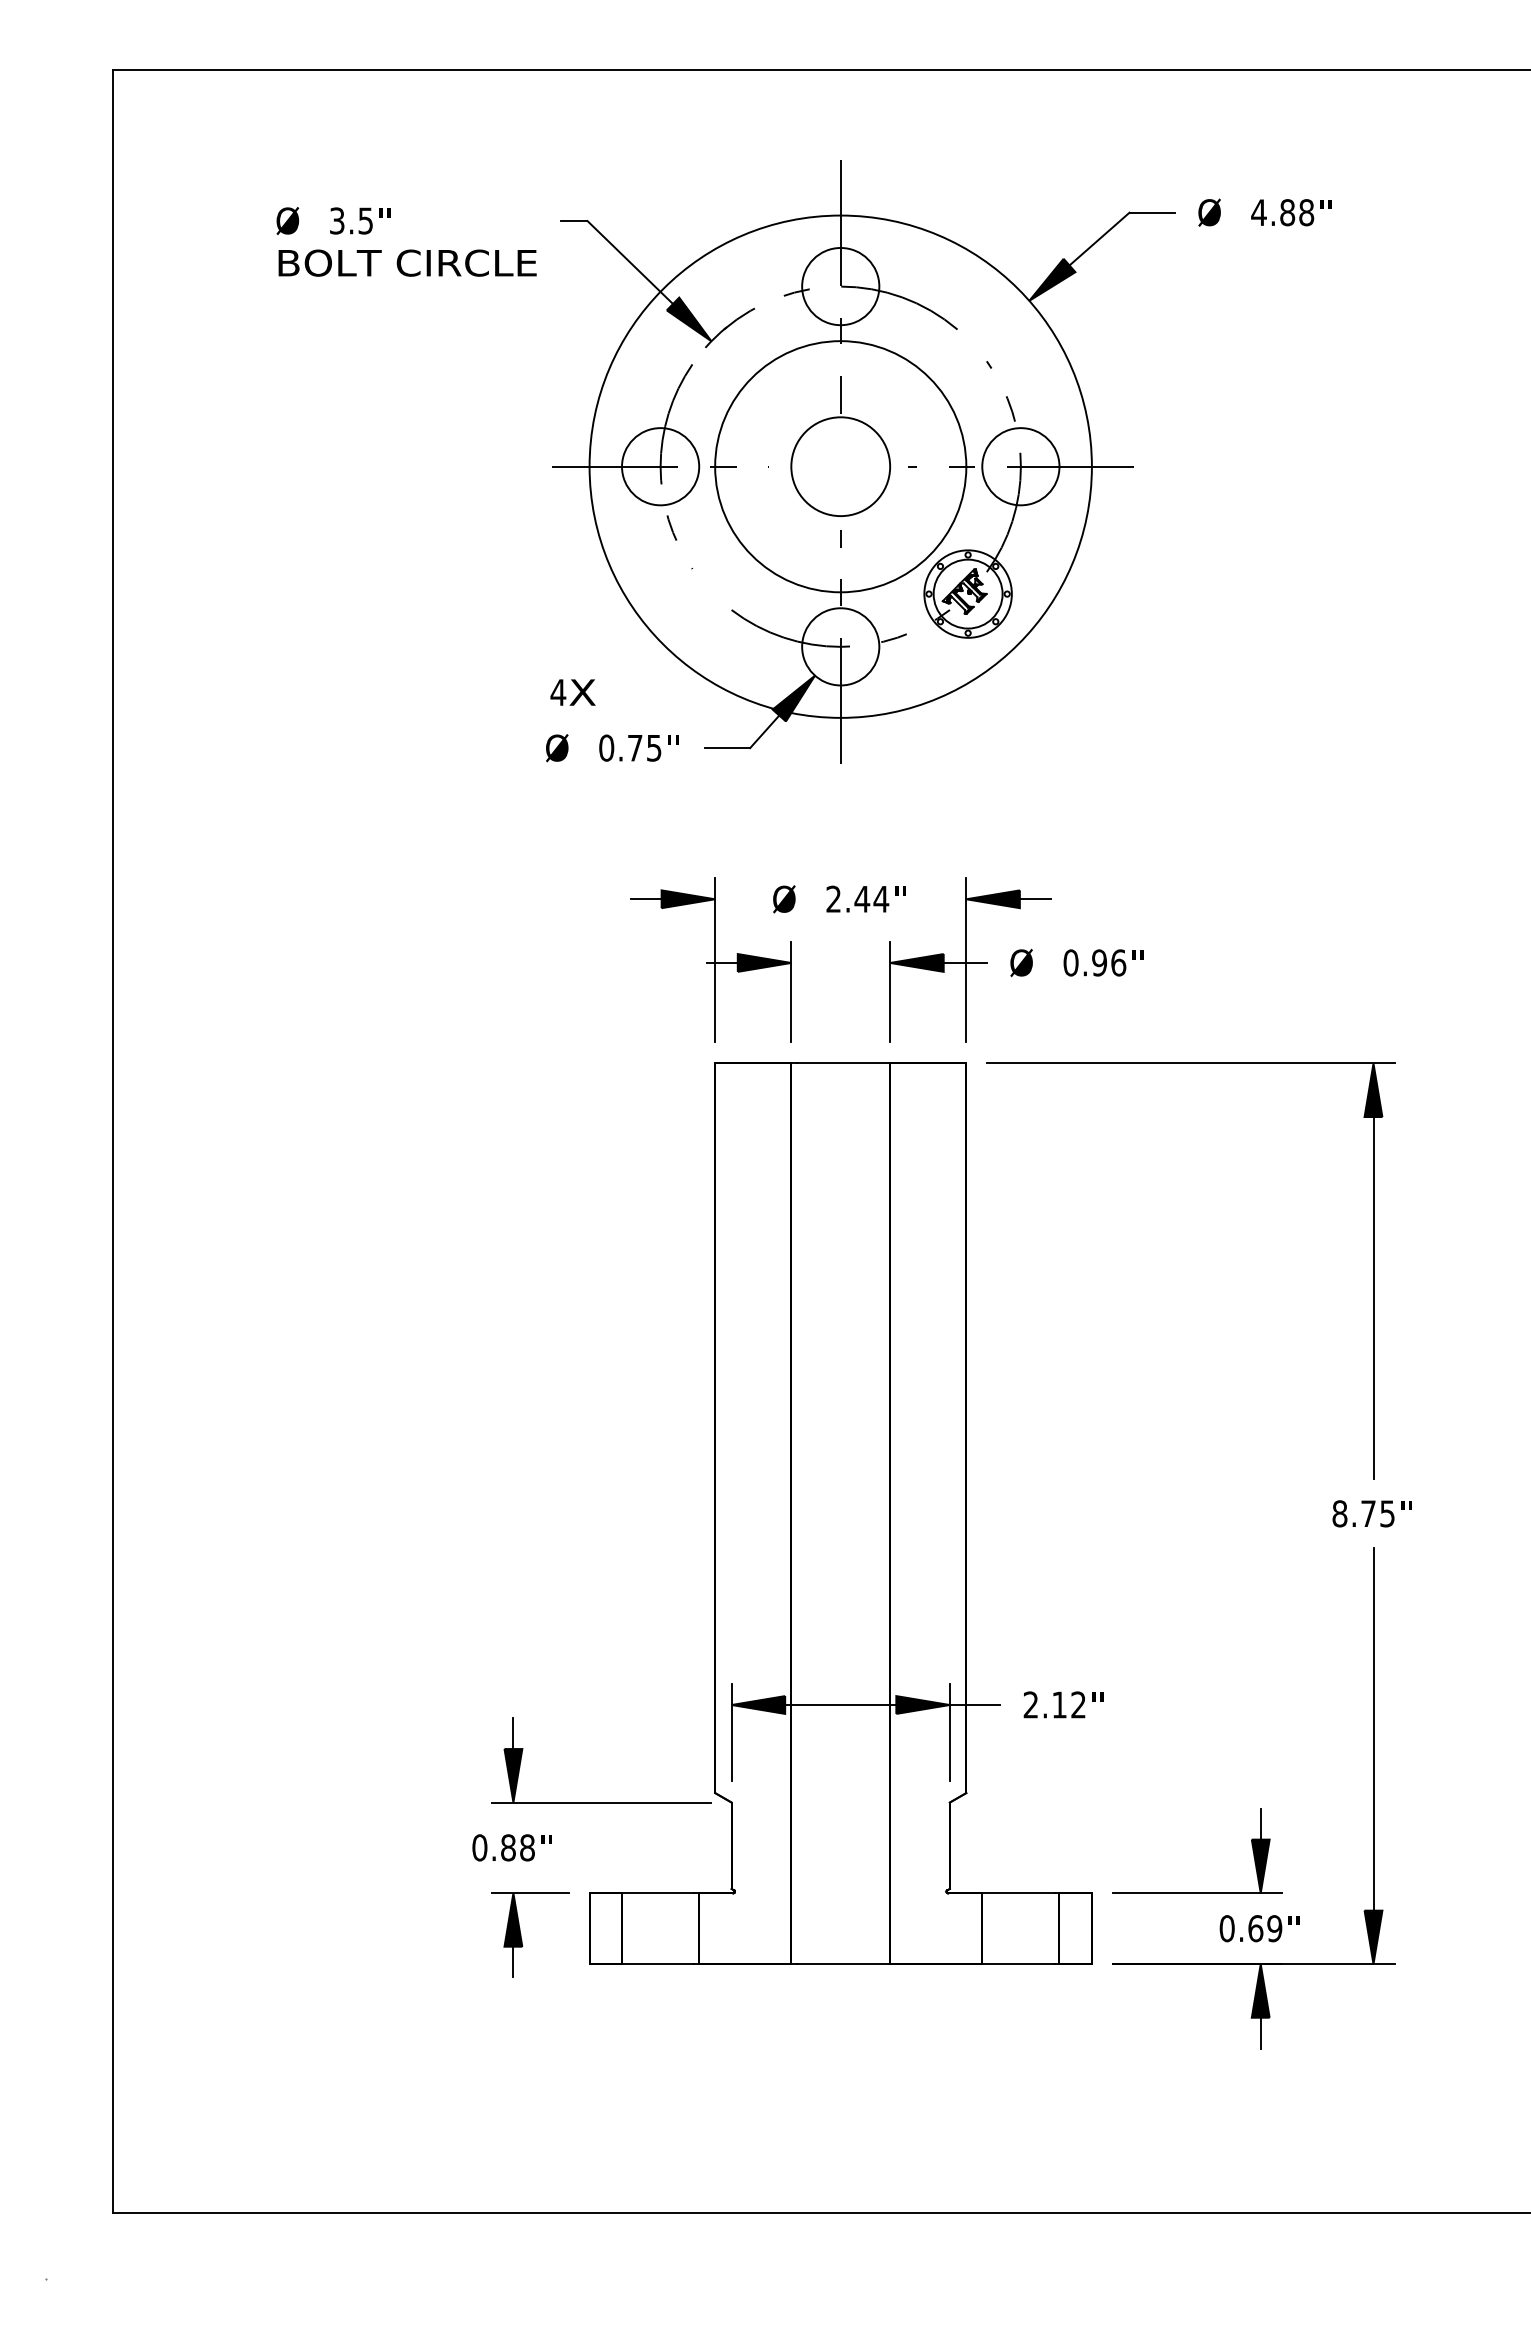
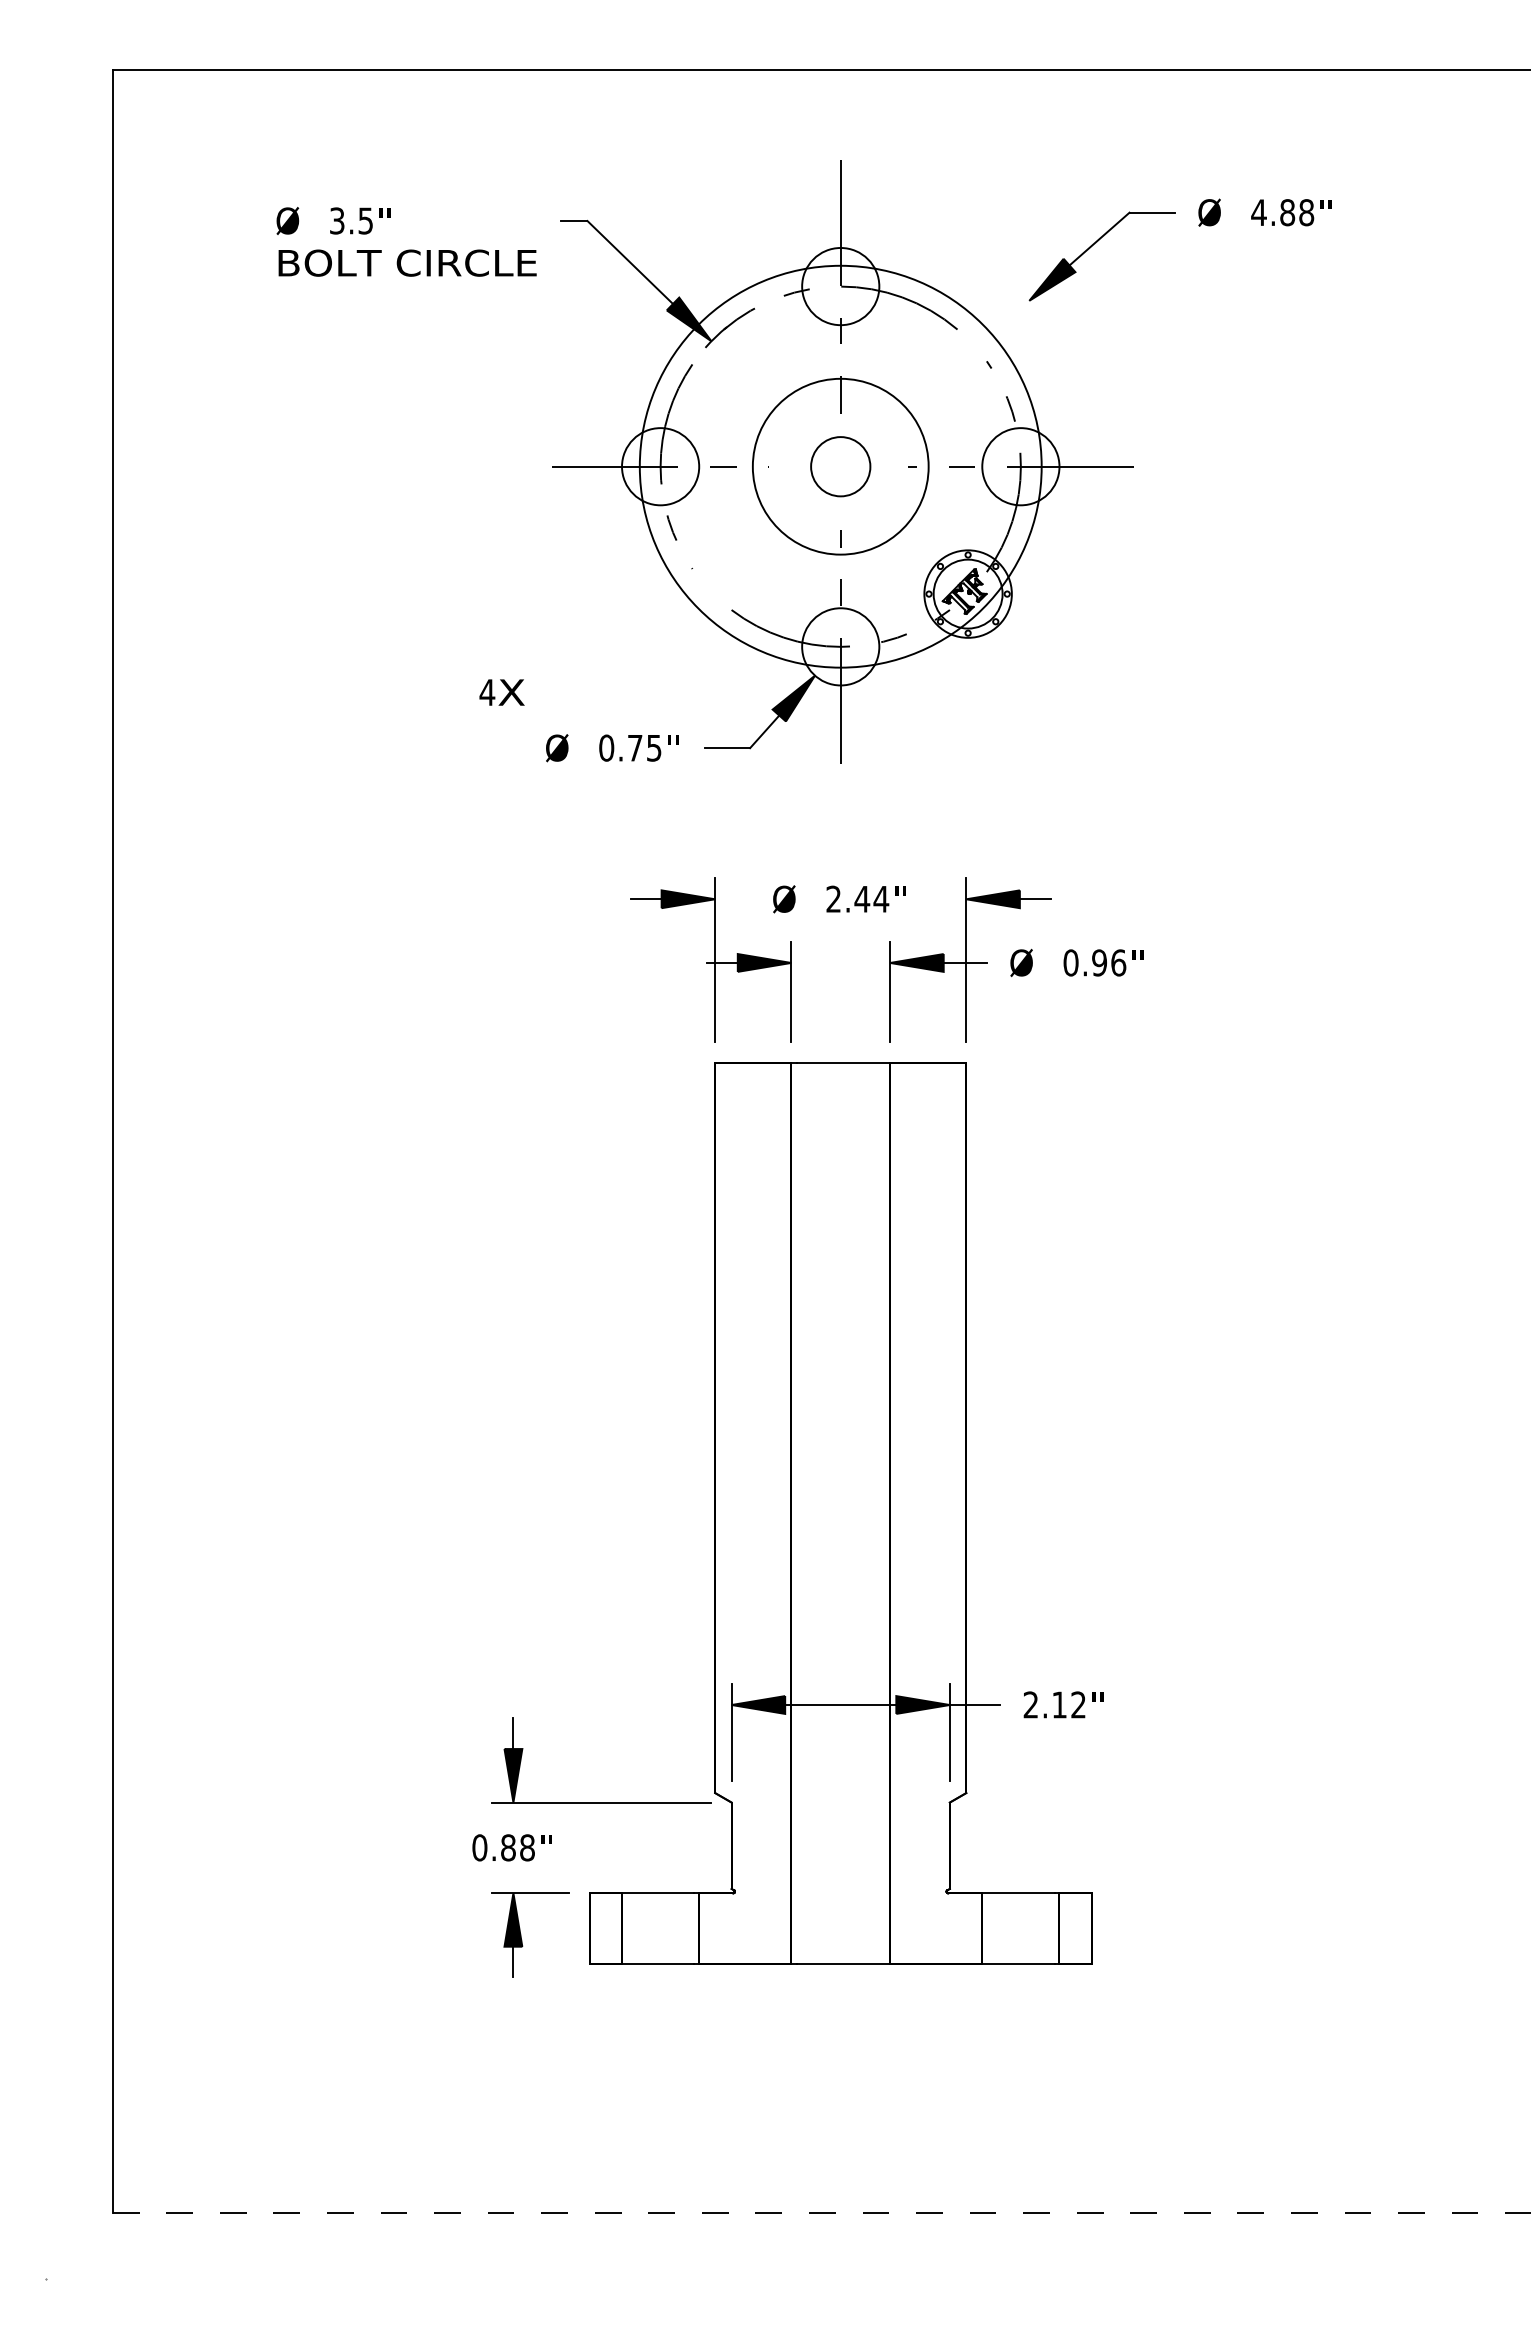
circle at (840, 466) diameter: 251 px -> 176 px
circle at (840, 466) diameter: 502 px -> 402 px
circle at (840, 466) diameter: 99 px -> 59 px
text at (572, 692) position: (572, 692) -> (501, 692)
part at (1332, 1521): present -> none
line at (821, 2212): solid -> dashed
